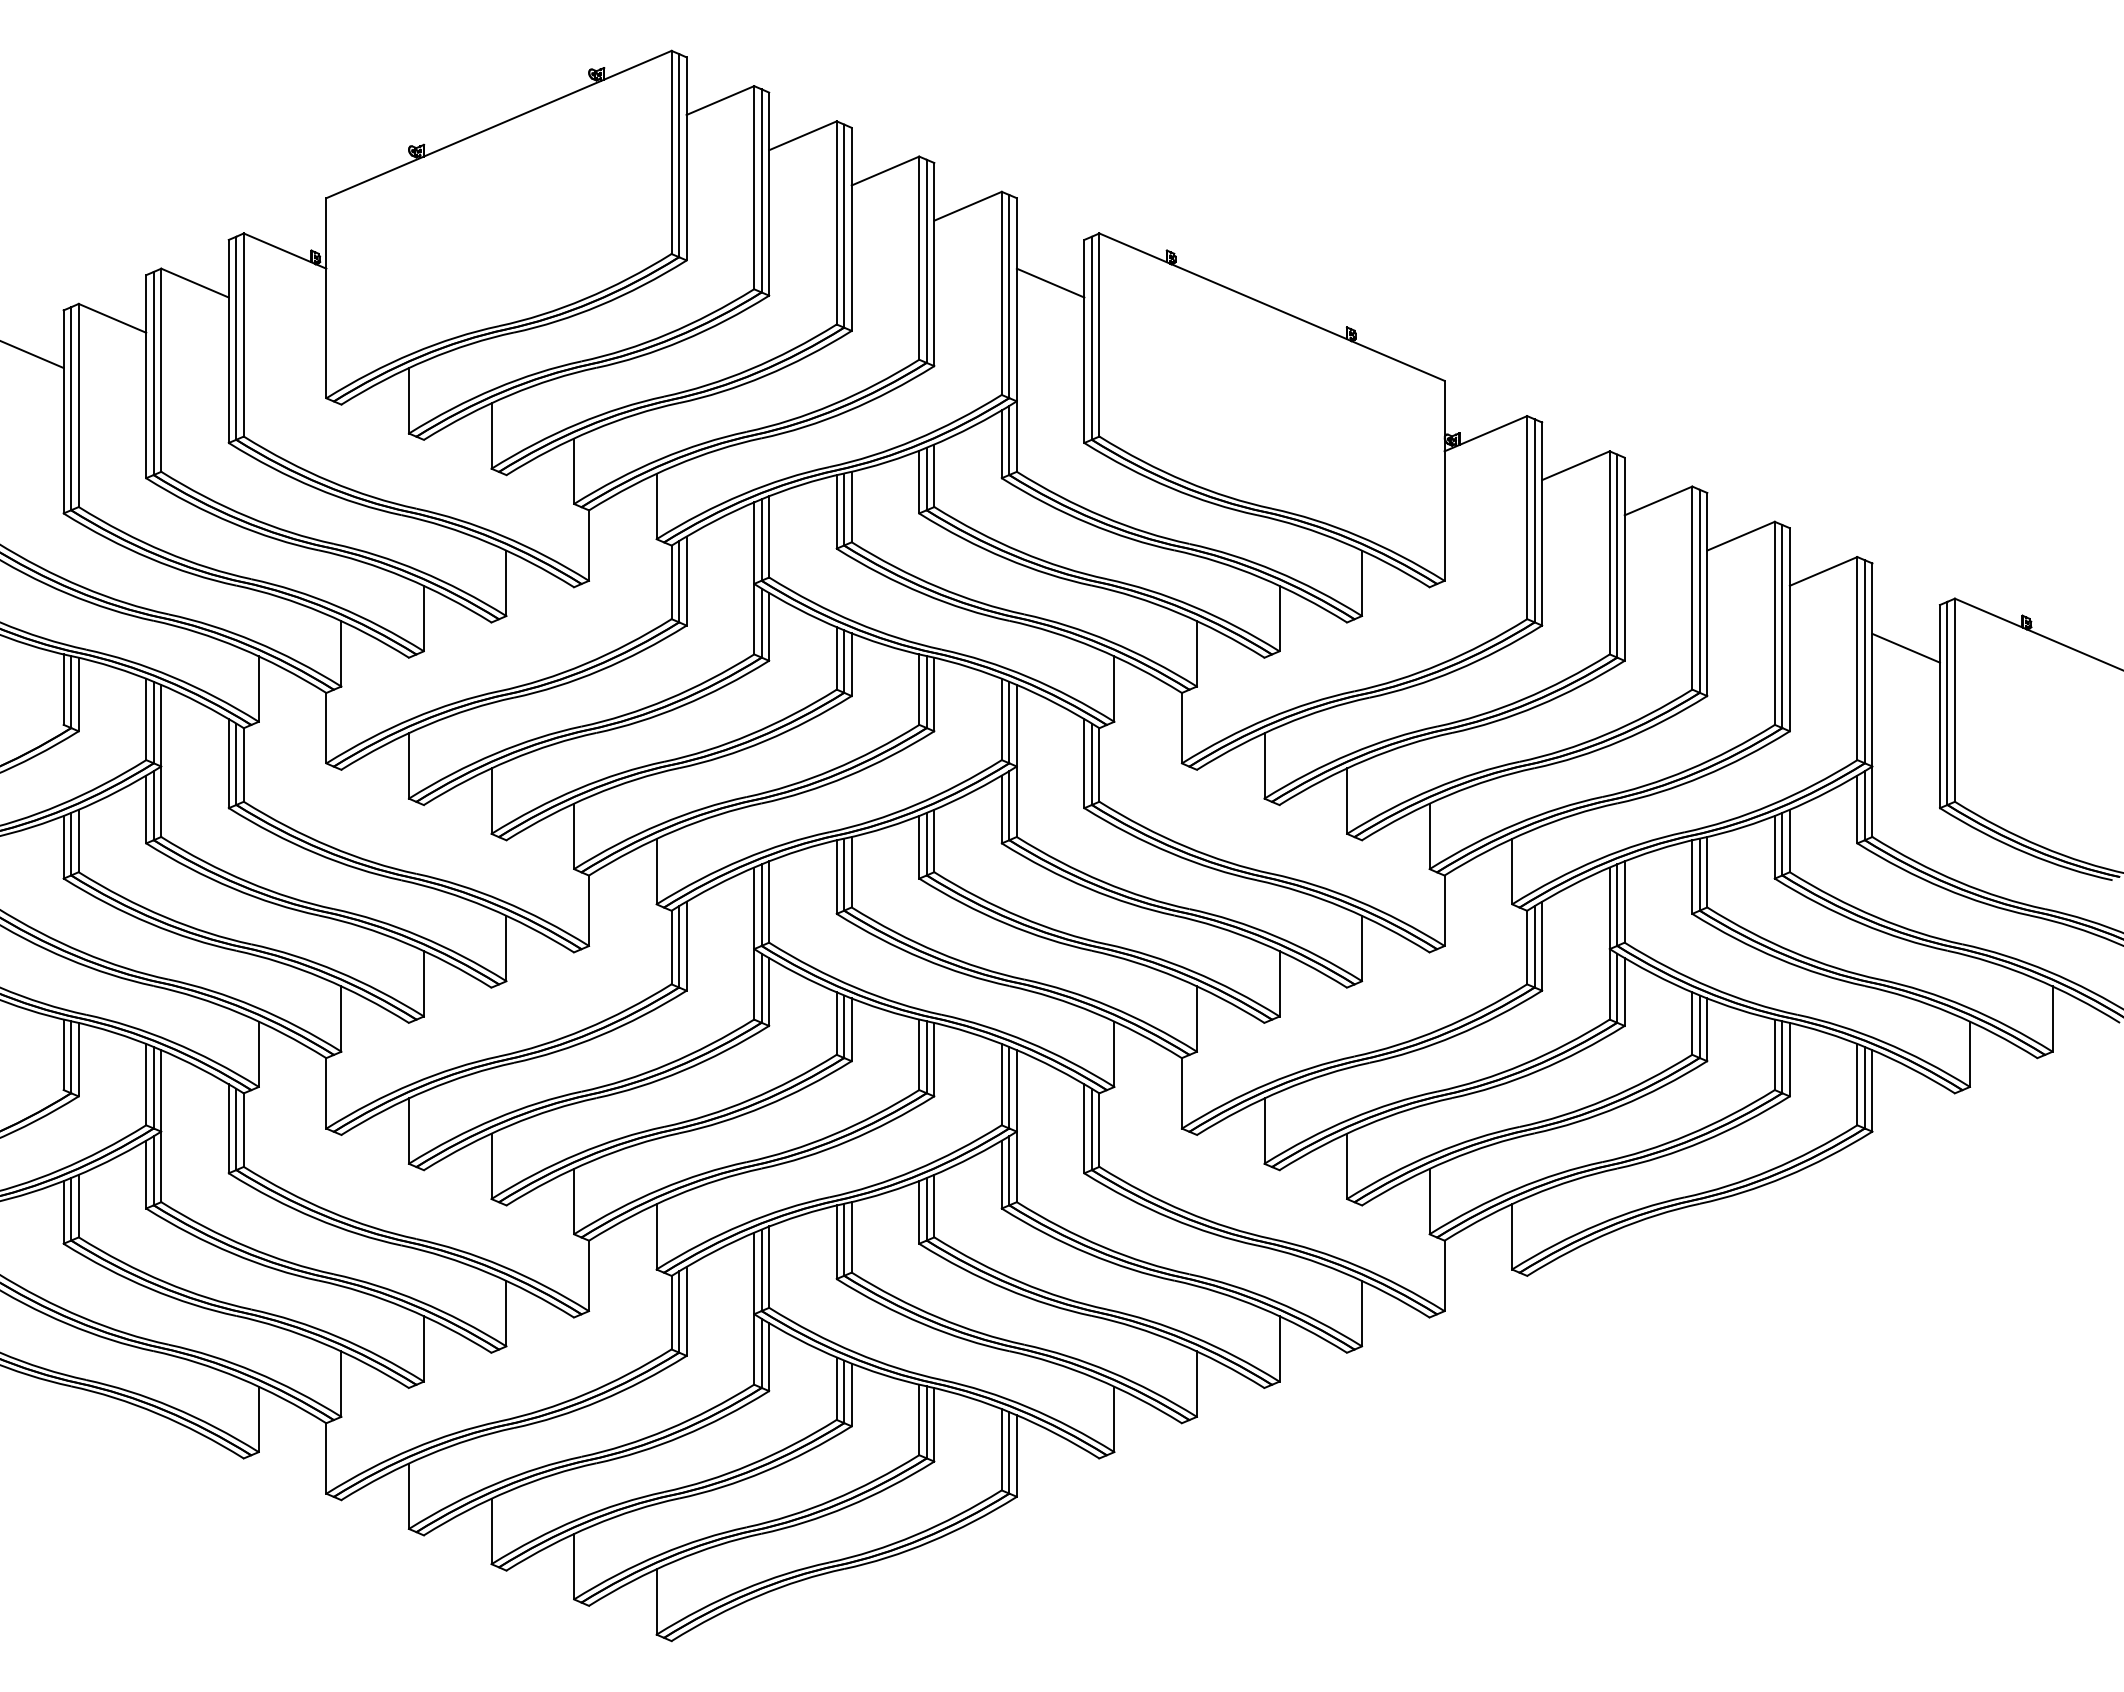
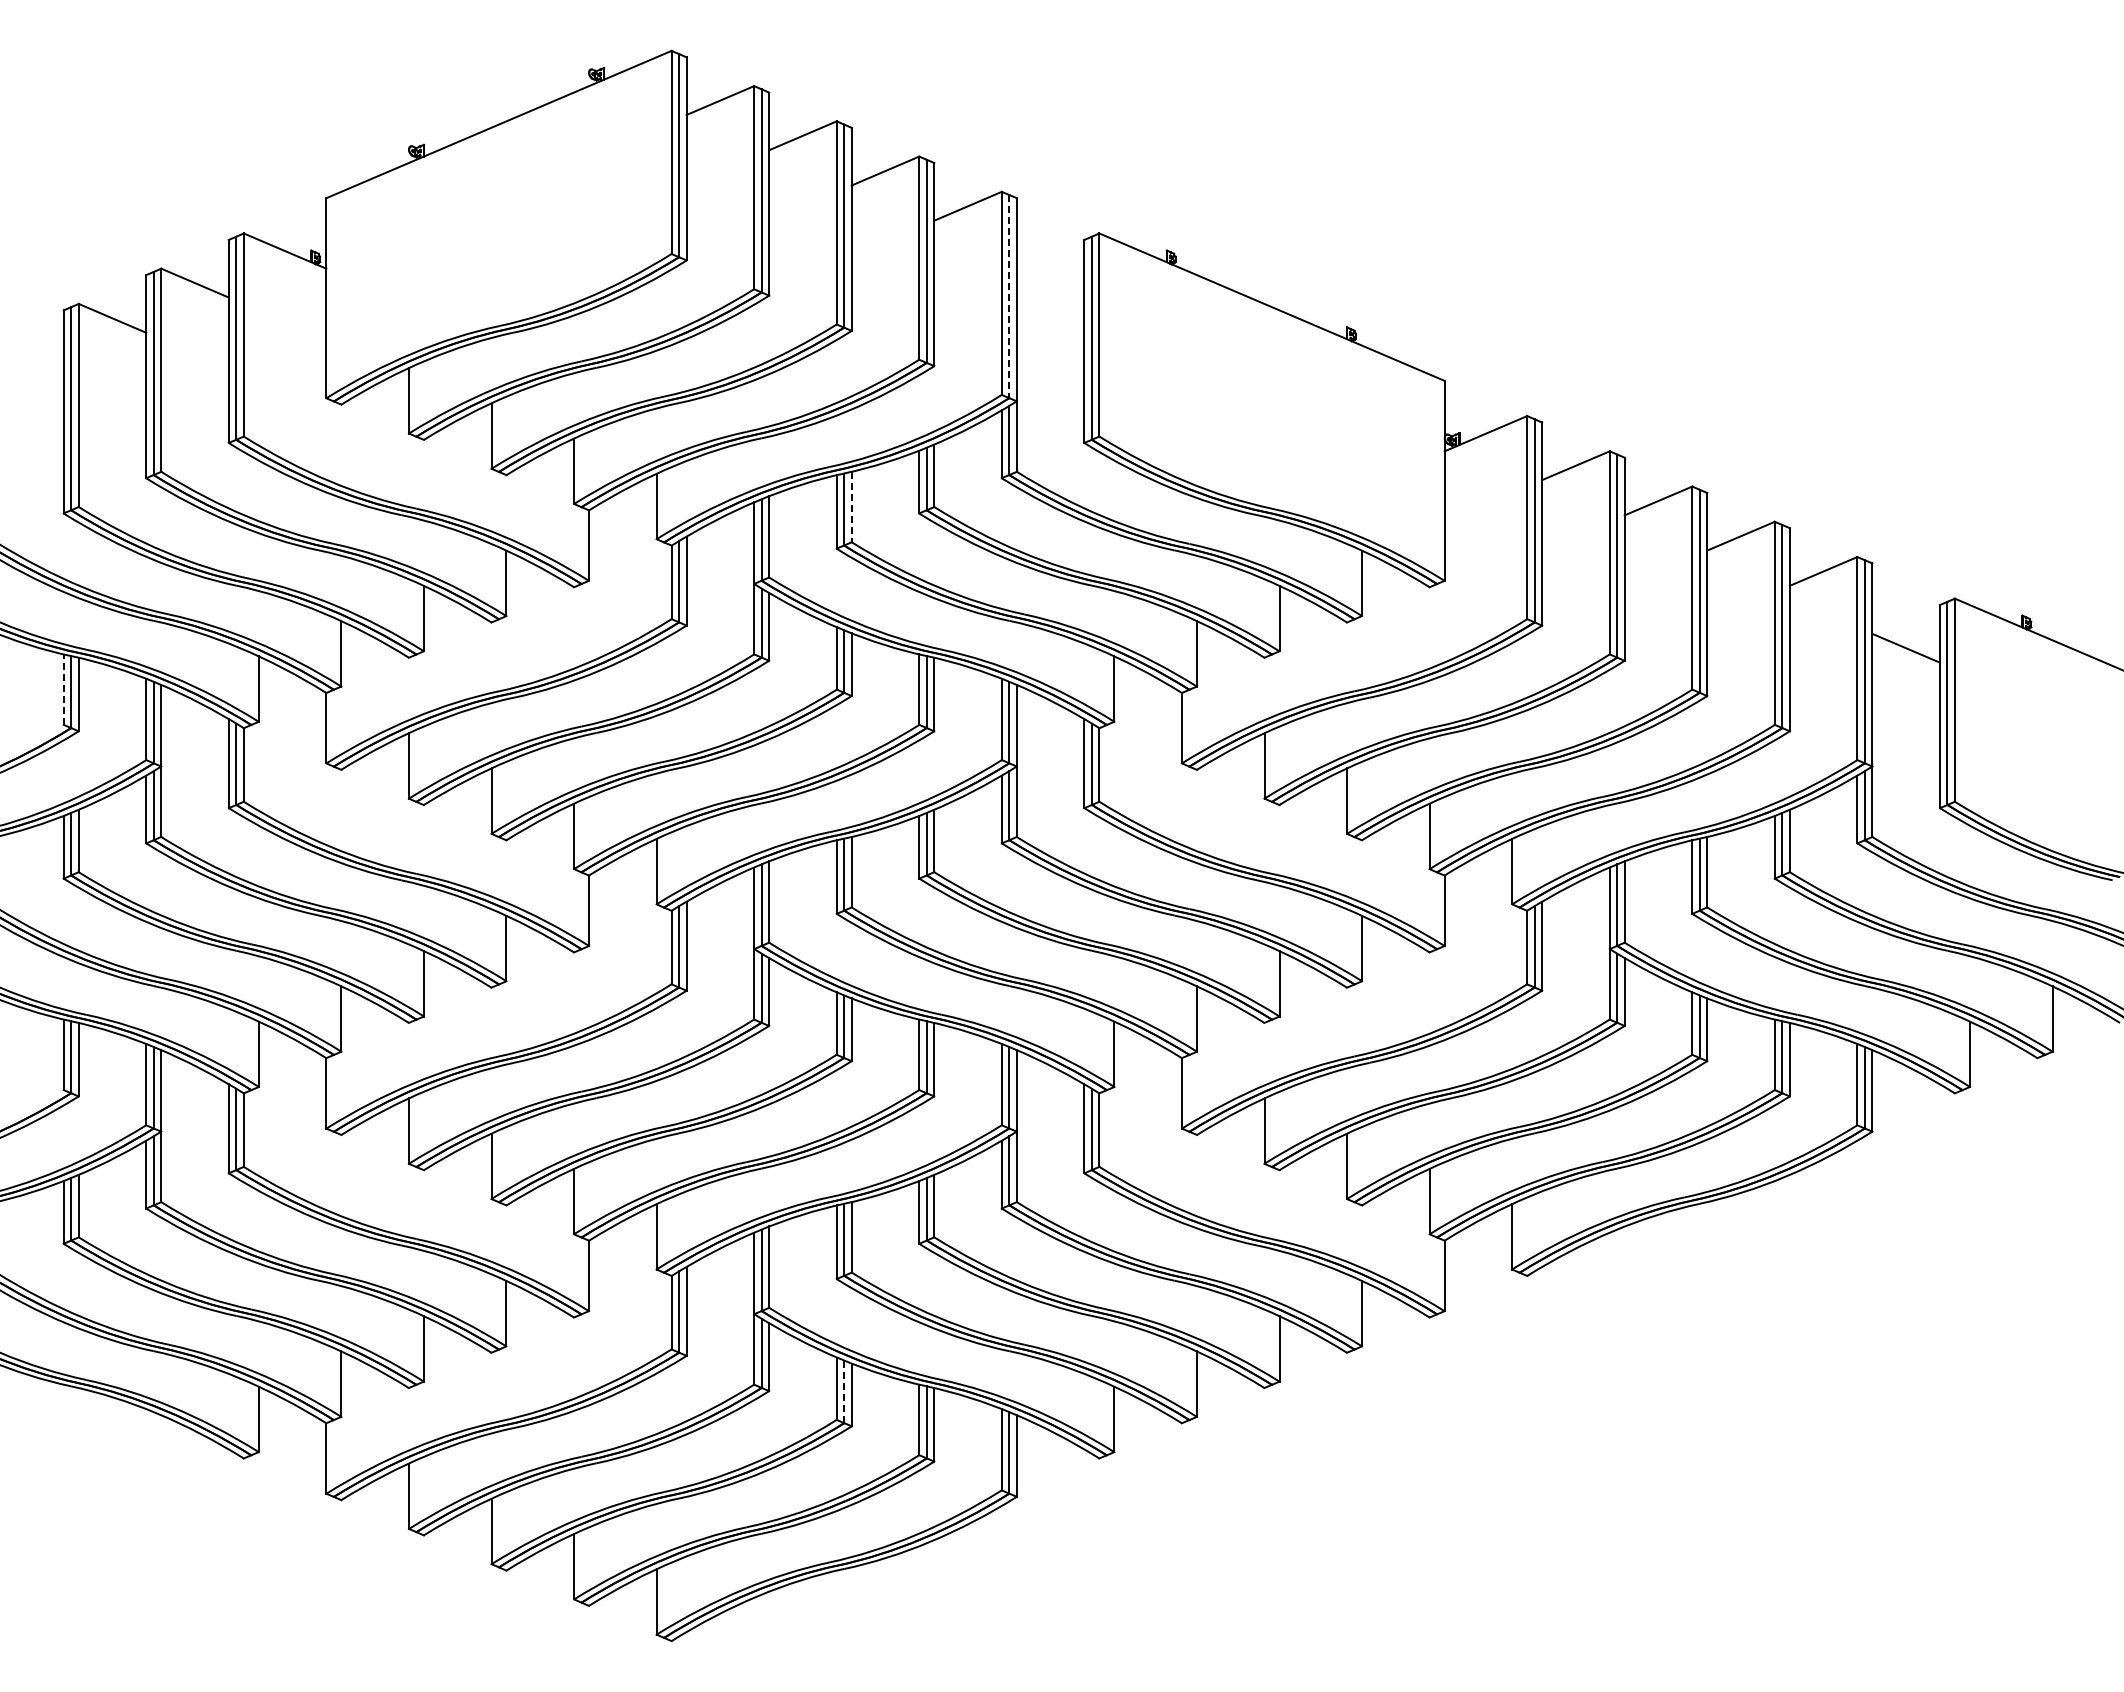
line at (1050, 282): present -> none
line at (1009, 296): solid -> dashed
line at (32, 354): present -> none
line at (851, 507): solid -> dashed
line at (63, 689): solid -> dashed
line at (844, 1392): solid -> dashed
